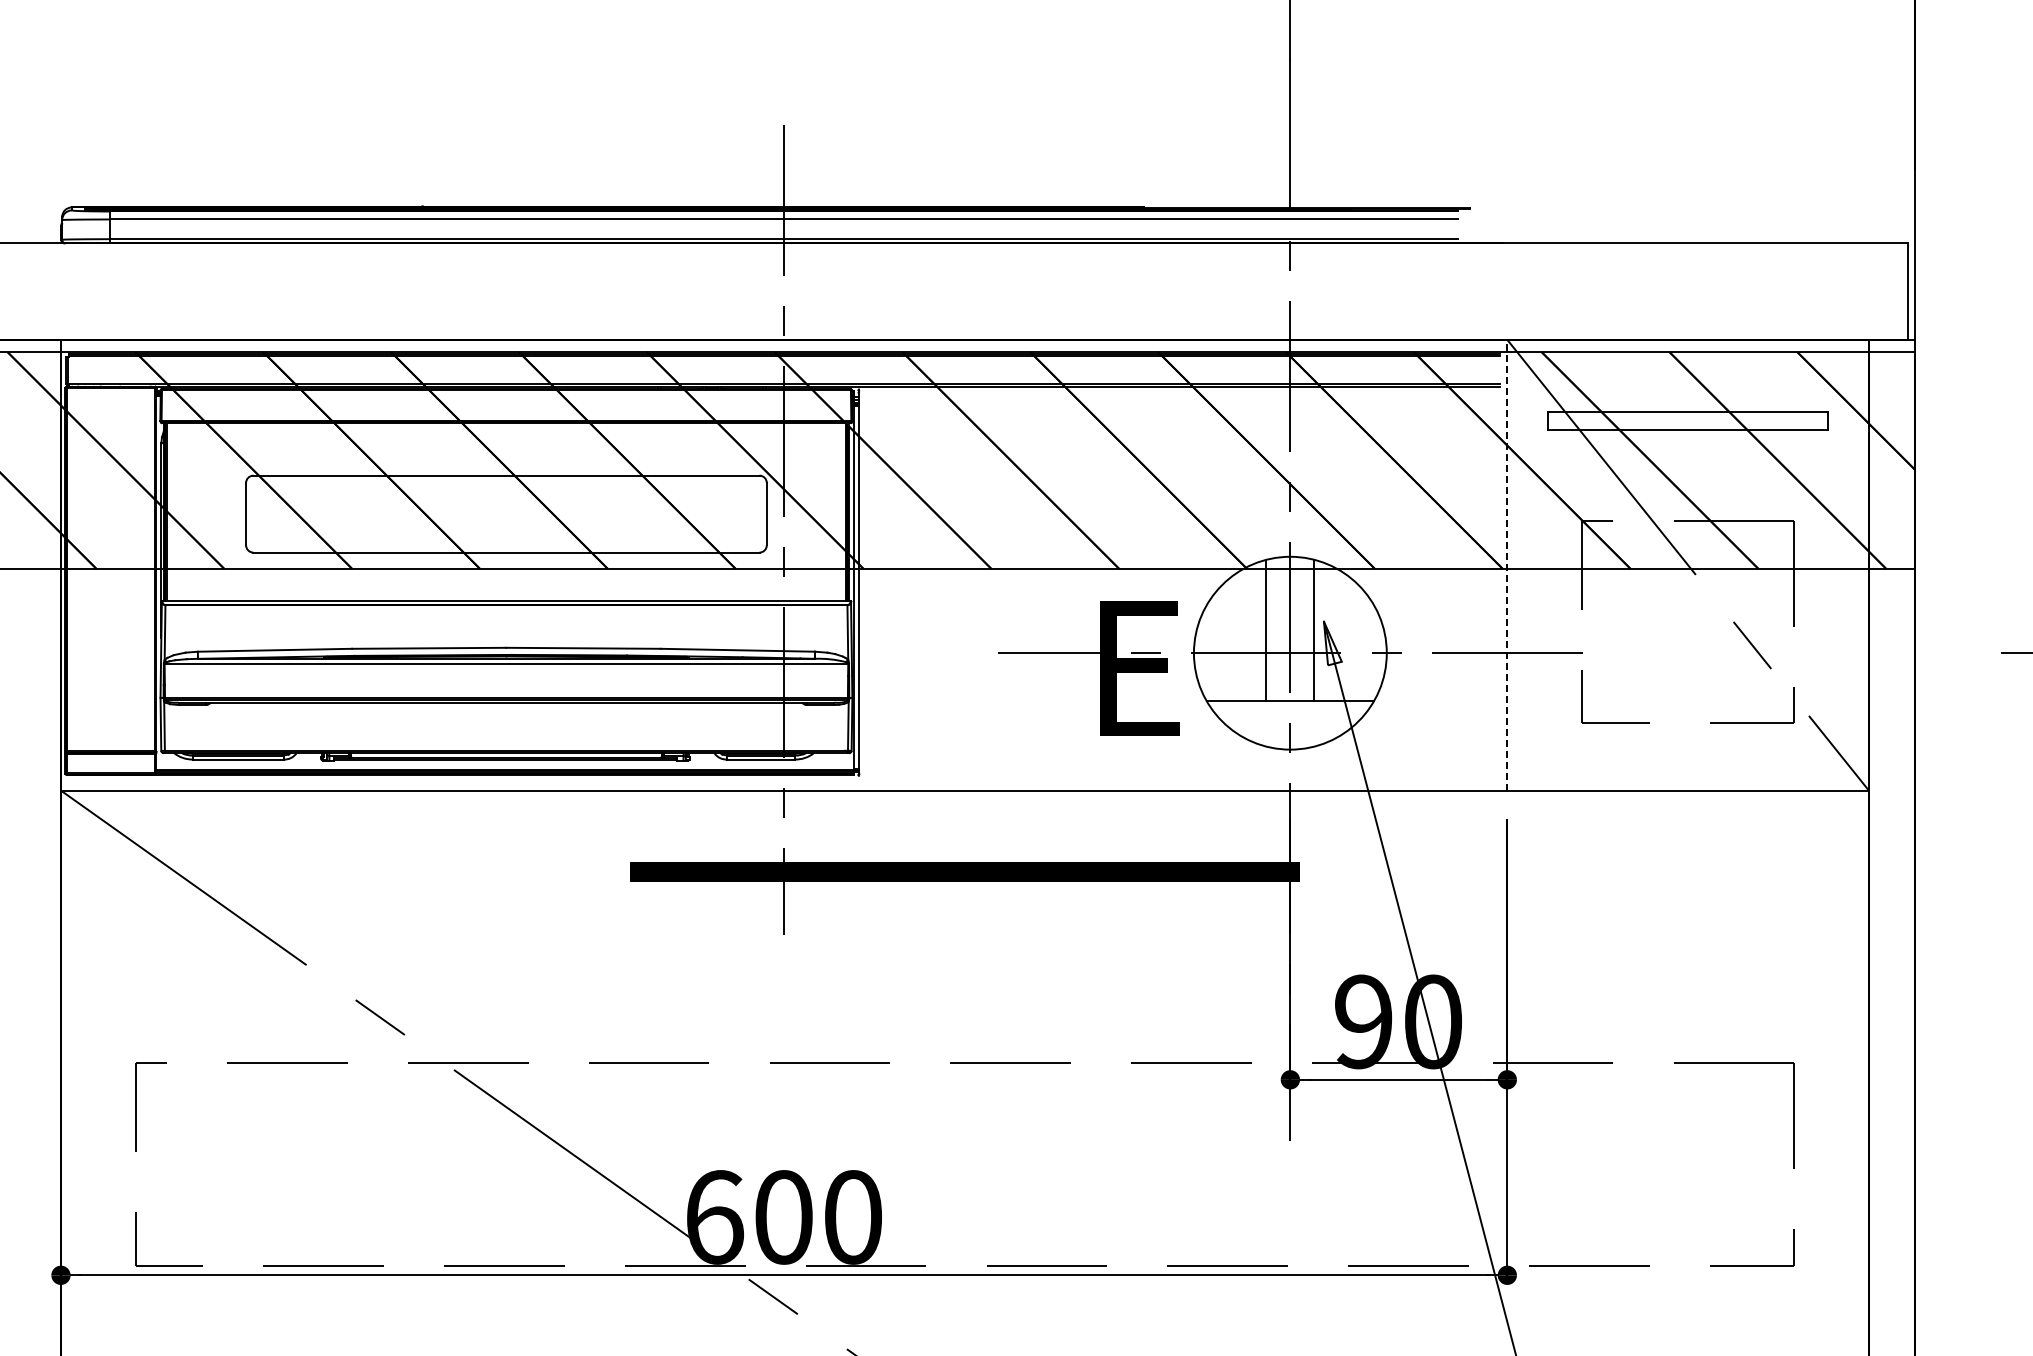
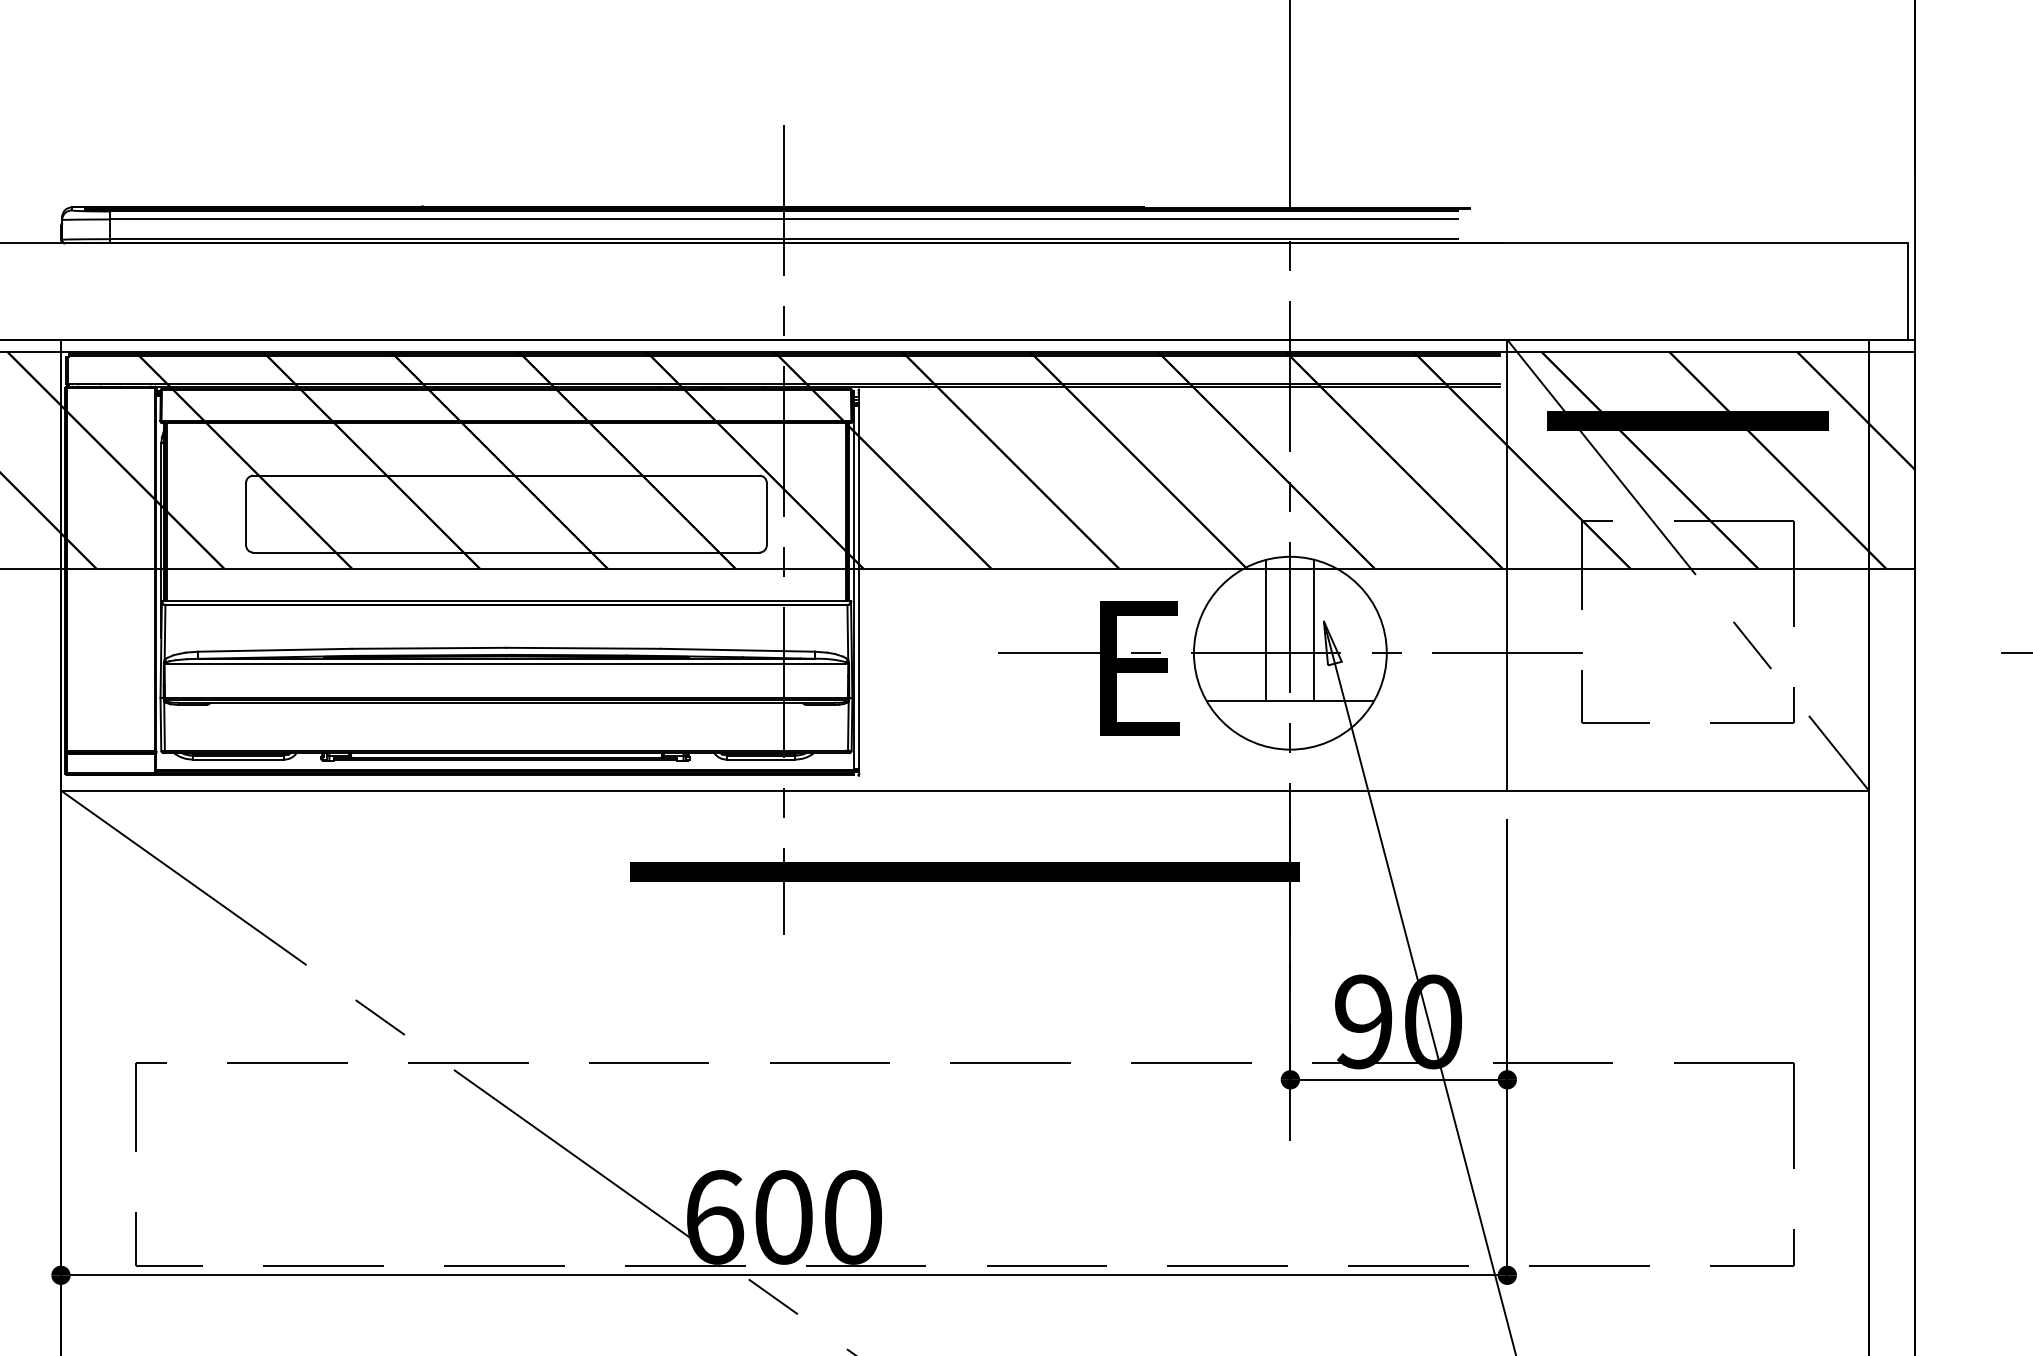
hatch at (1687, 421): none -> present
line at (1507, 564): dashed -> solid
